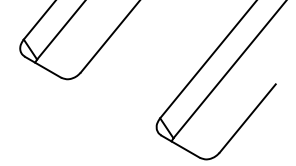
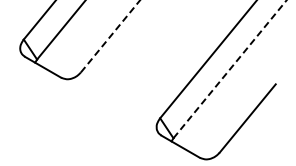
line at (110, 36): solid -> dashed
line at (230, 68): solid -> dashed
